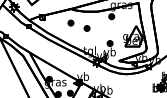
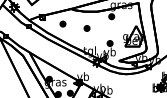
part at (70, 22) position: (70, 22) -> (62, 23)
